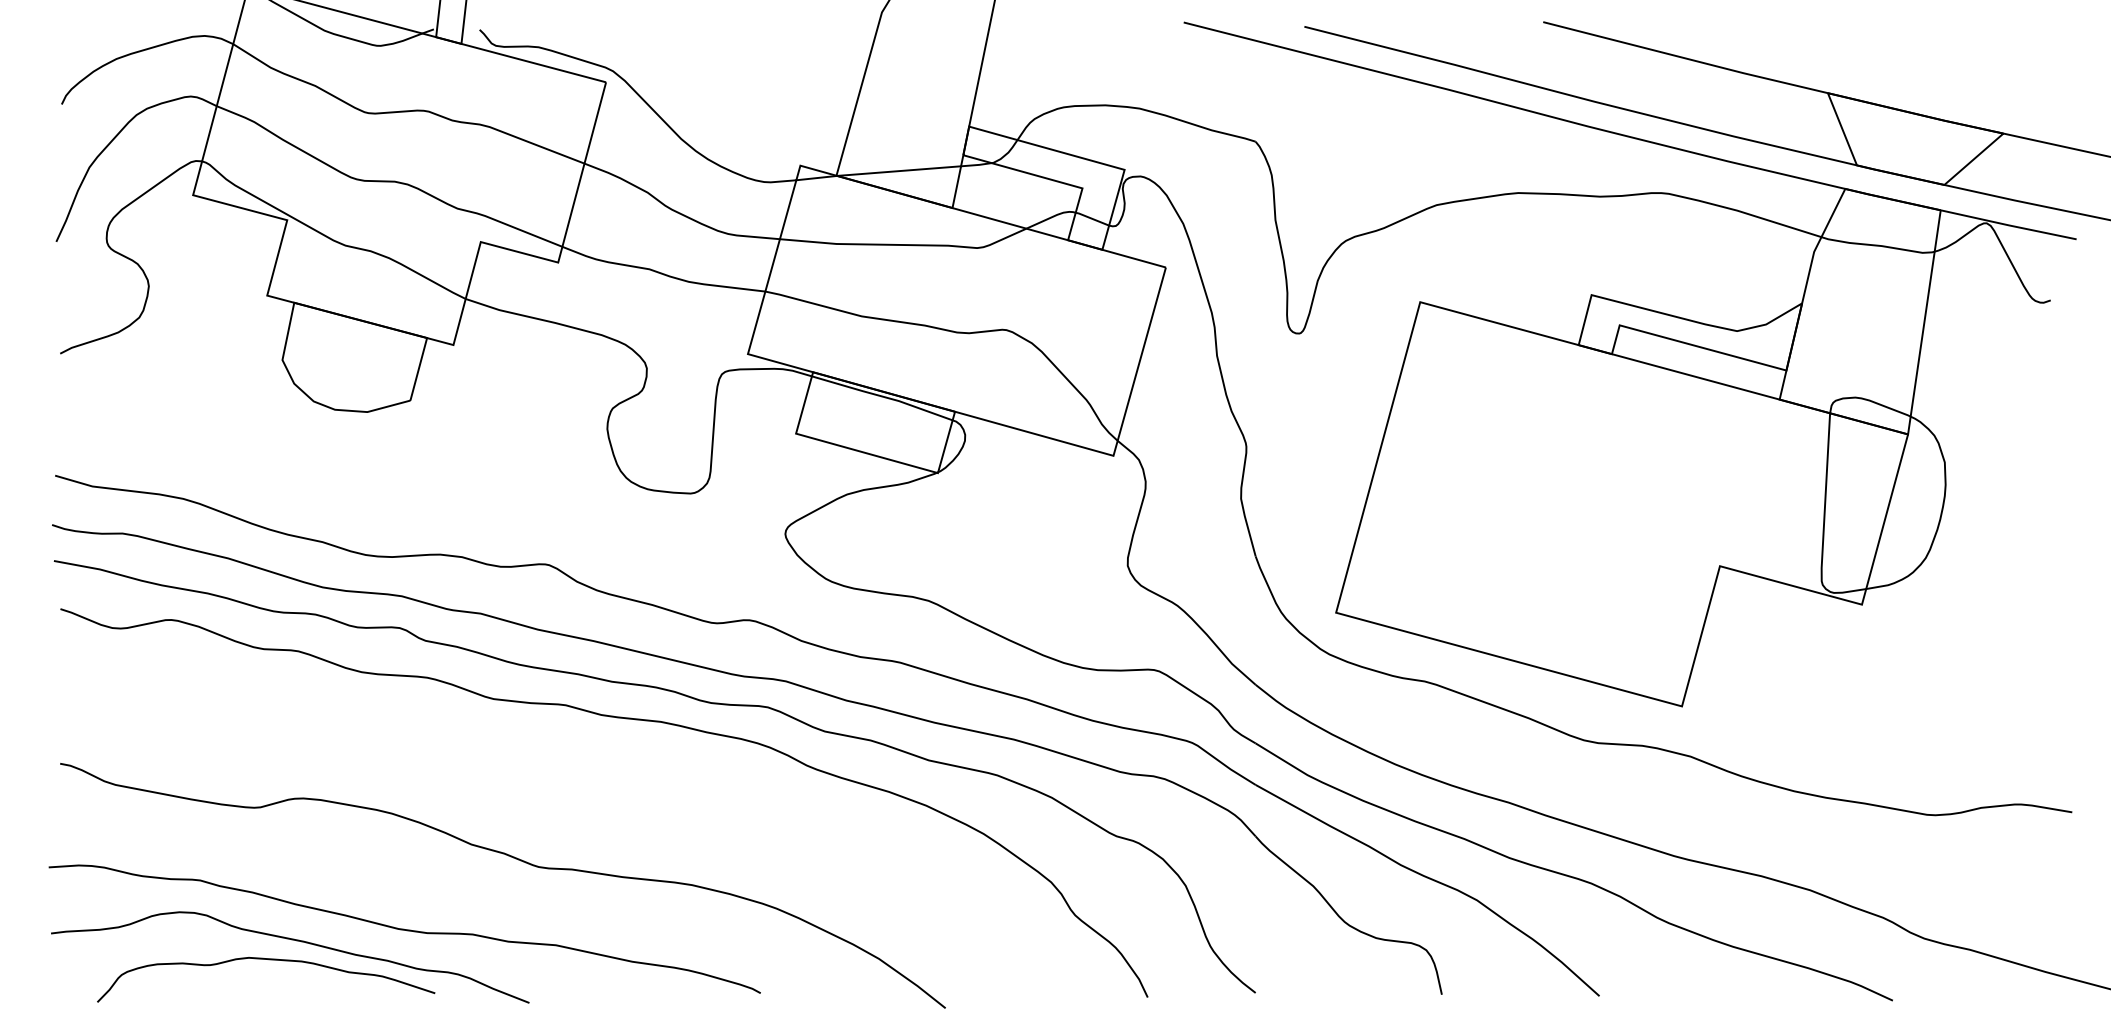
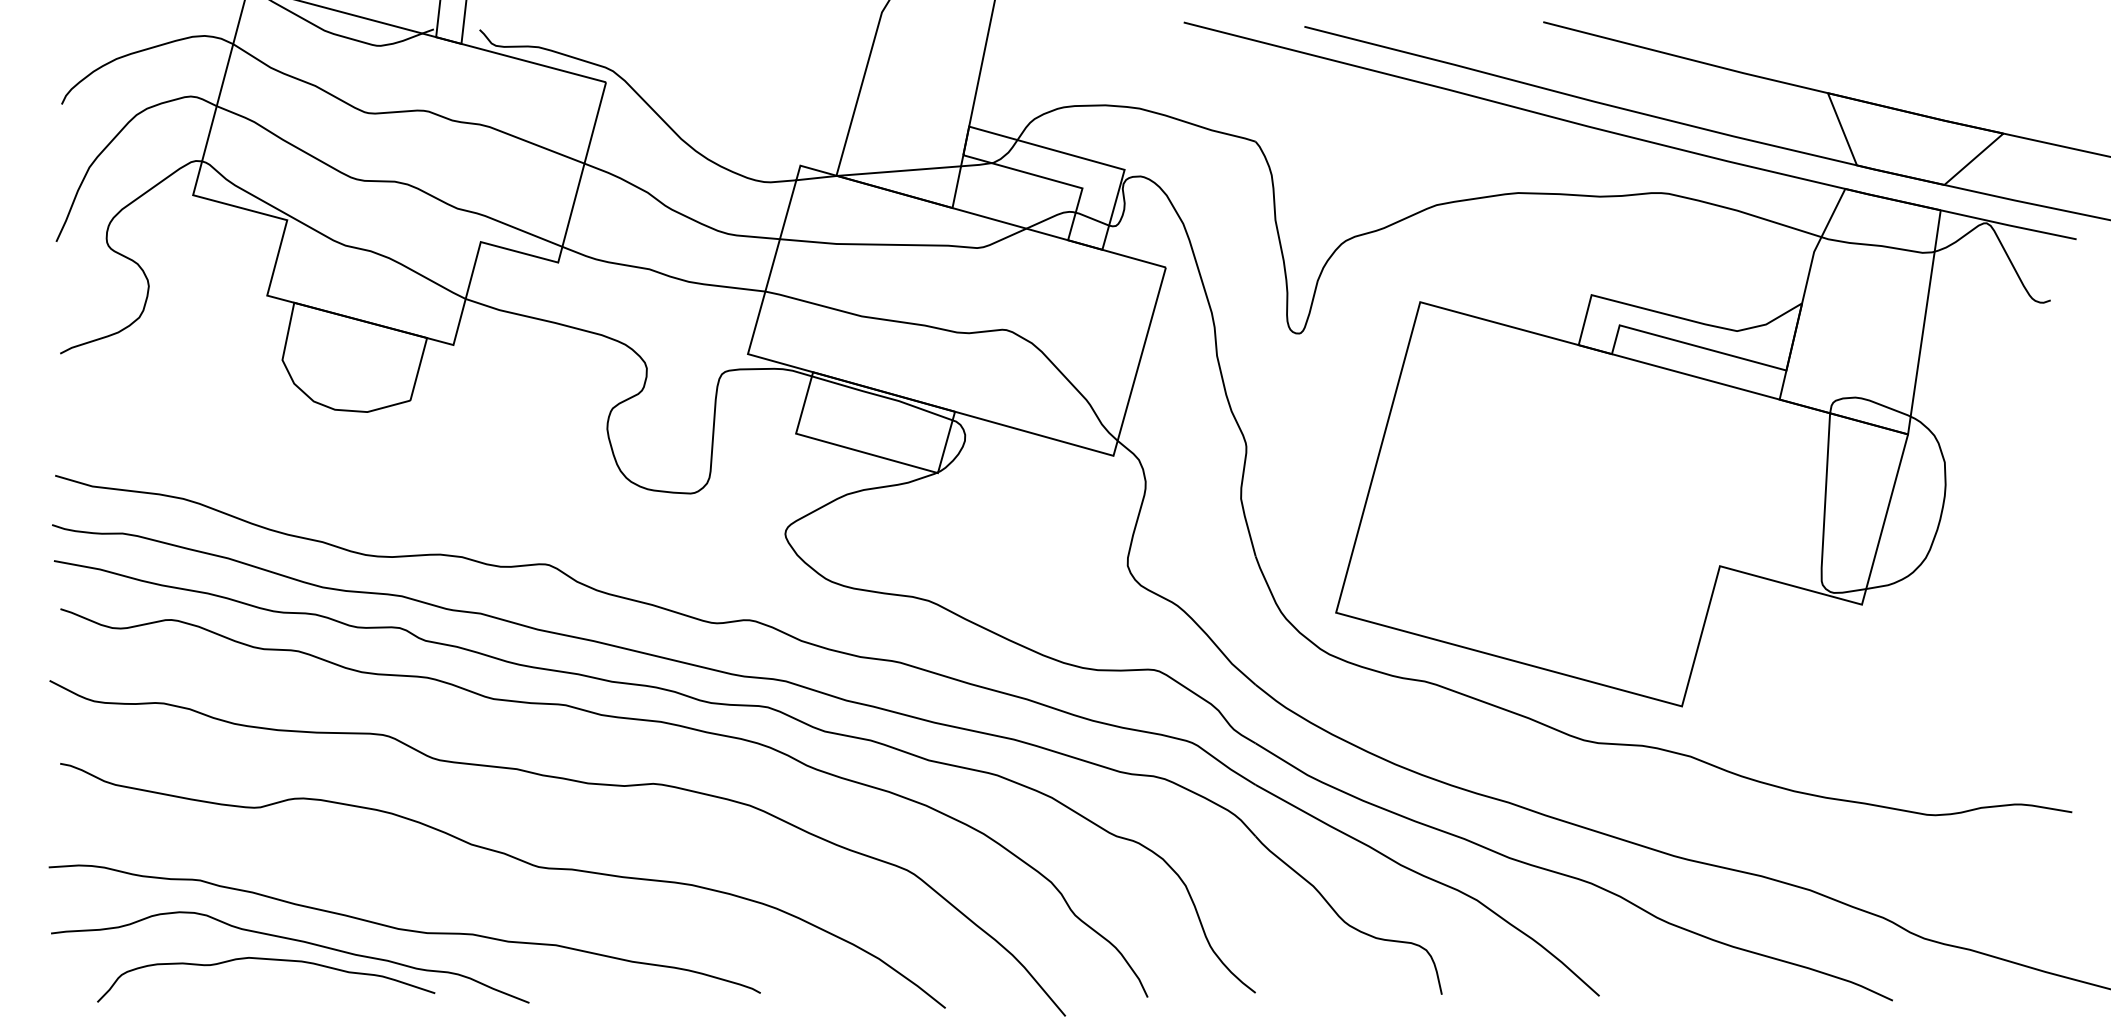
curve at (566, 780): none -> present
